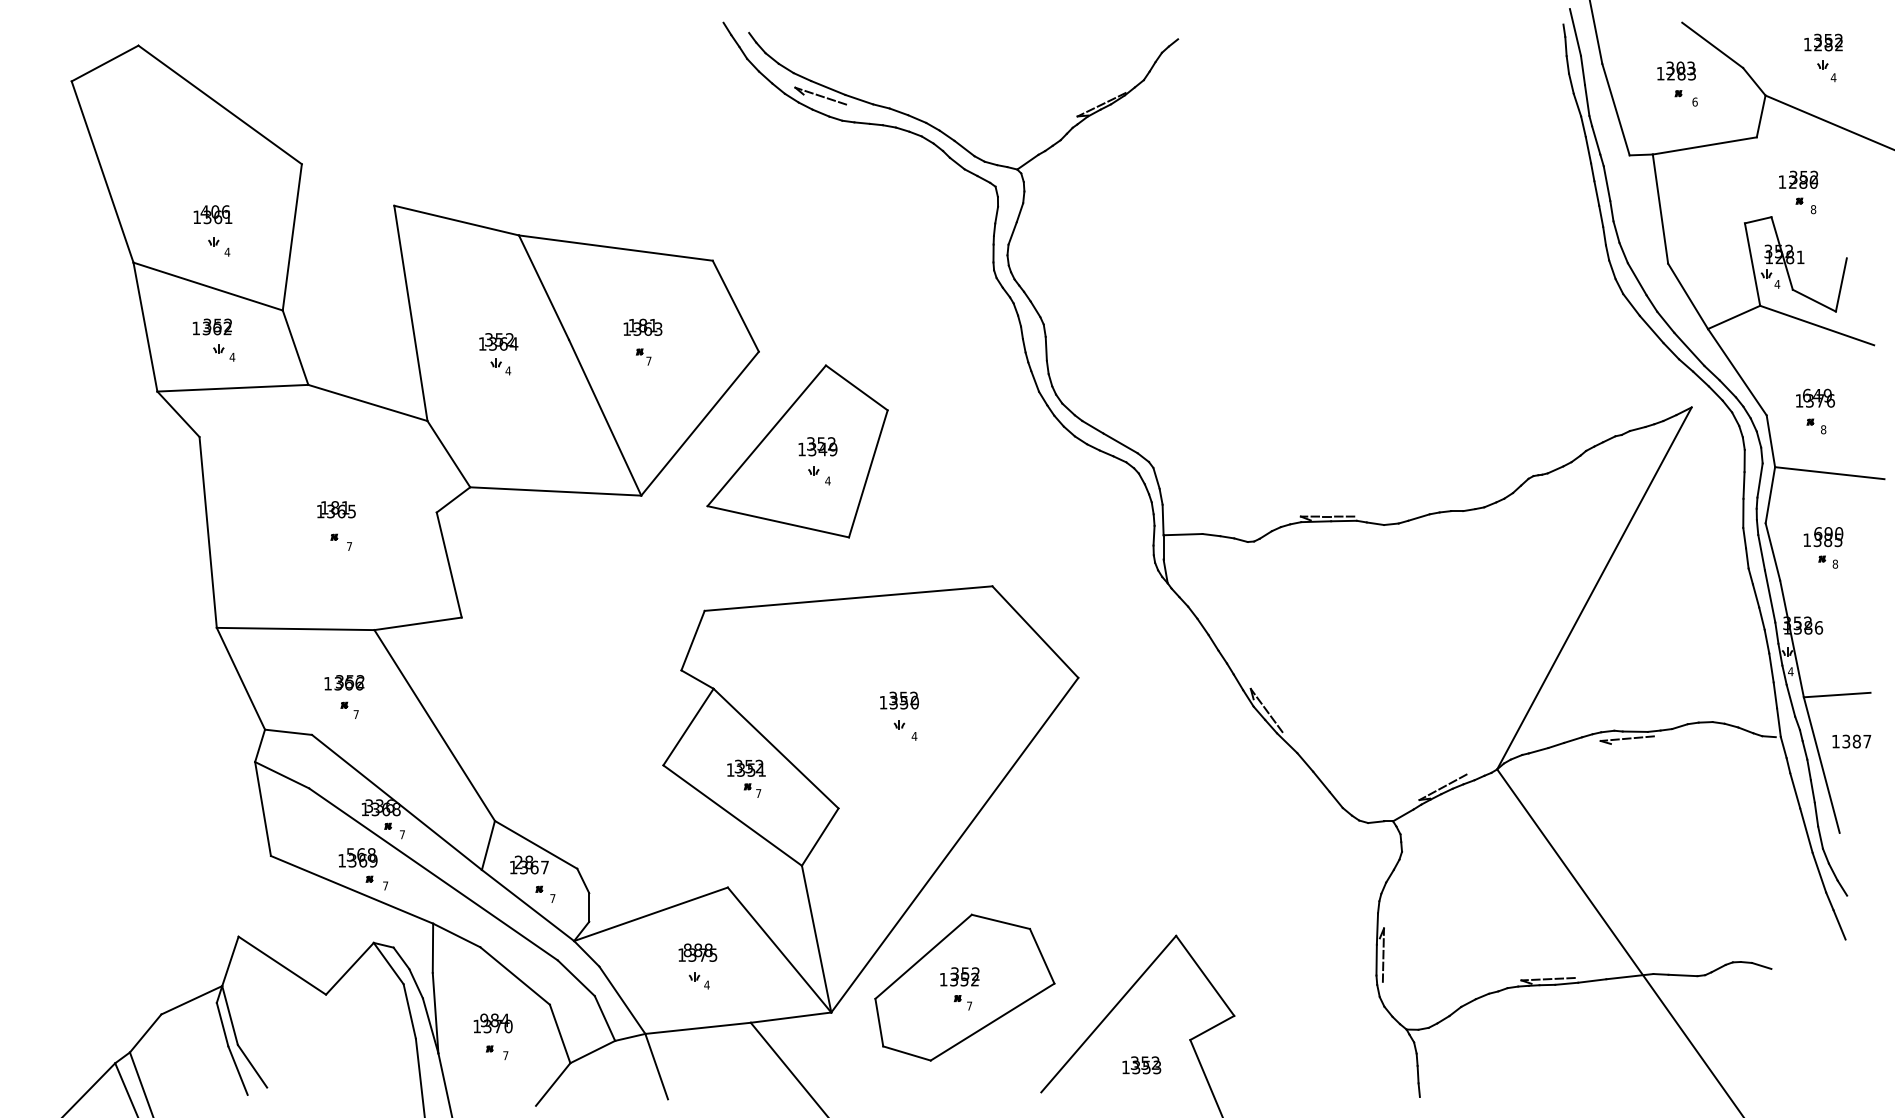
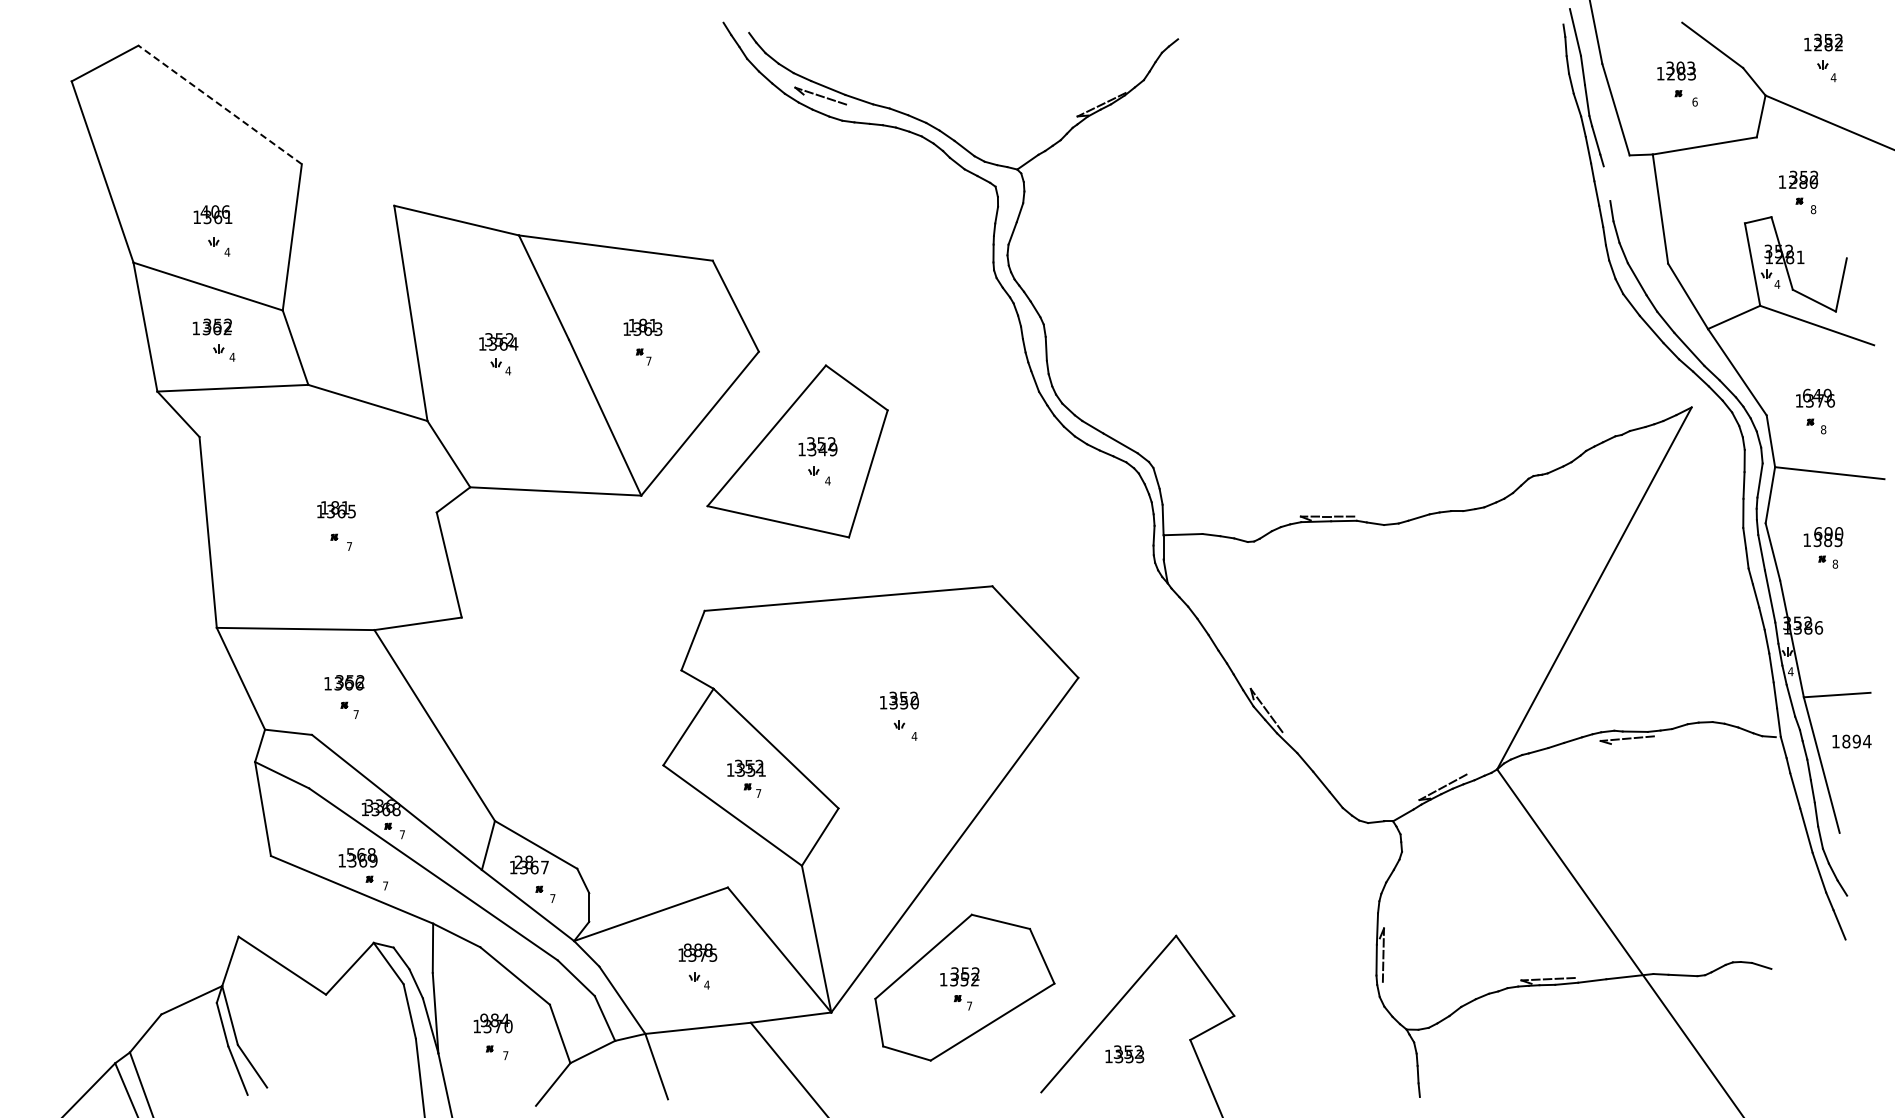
line at (220, 104): solid -> dashed
line at (1606, 183): present -> none
text at (1856, 741): 1387 -> 1894
text at (1141, 1065) position: (1141, 1065) -> (1124, 1054)
